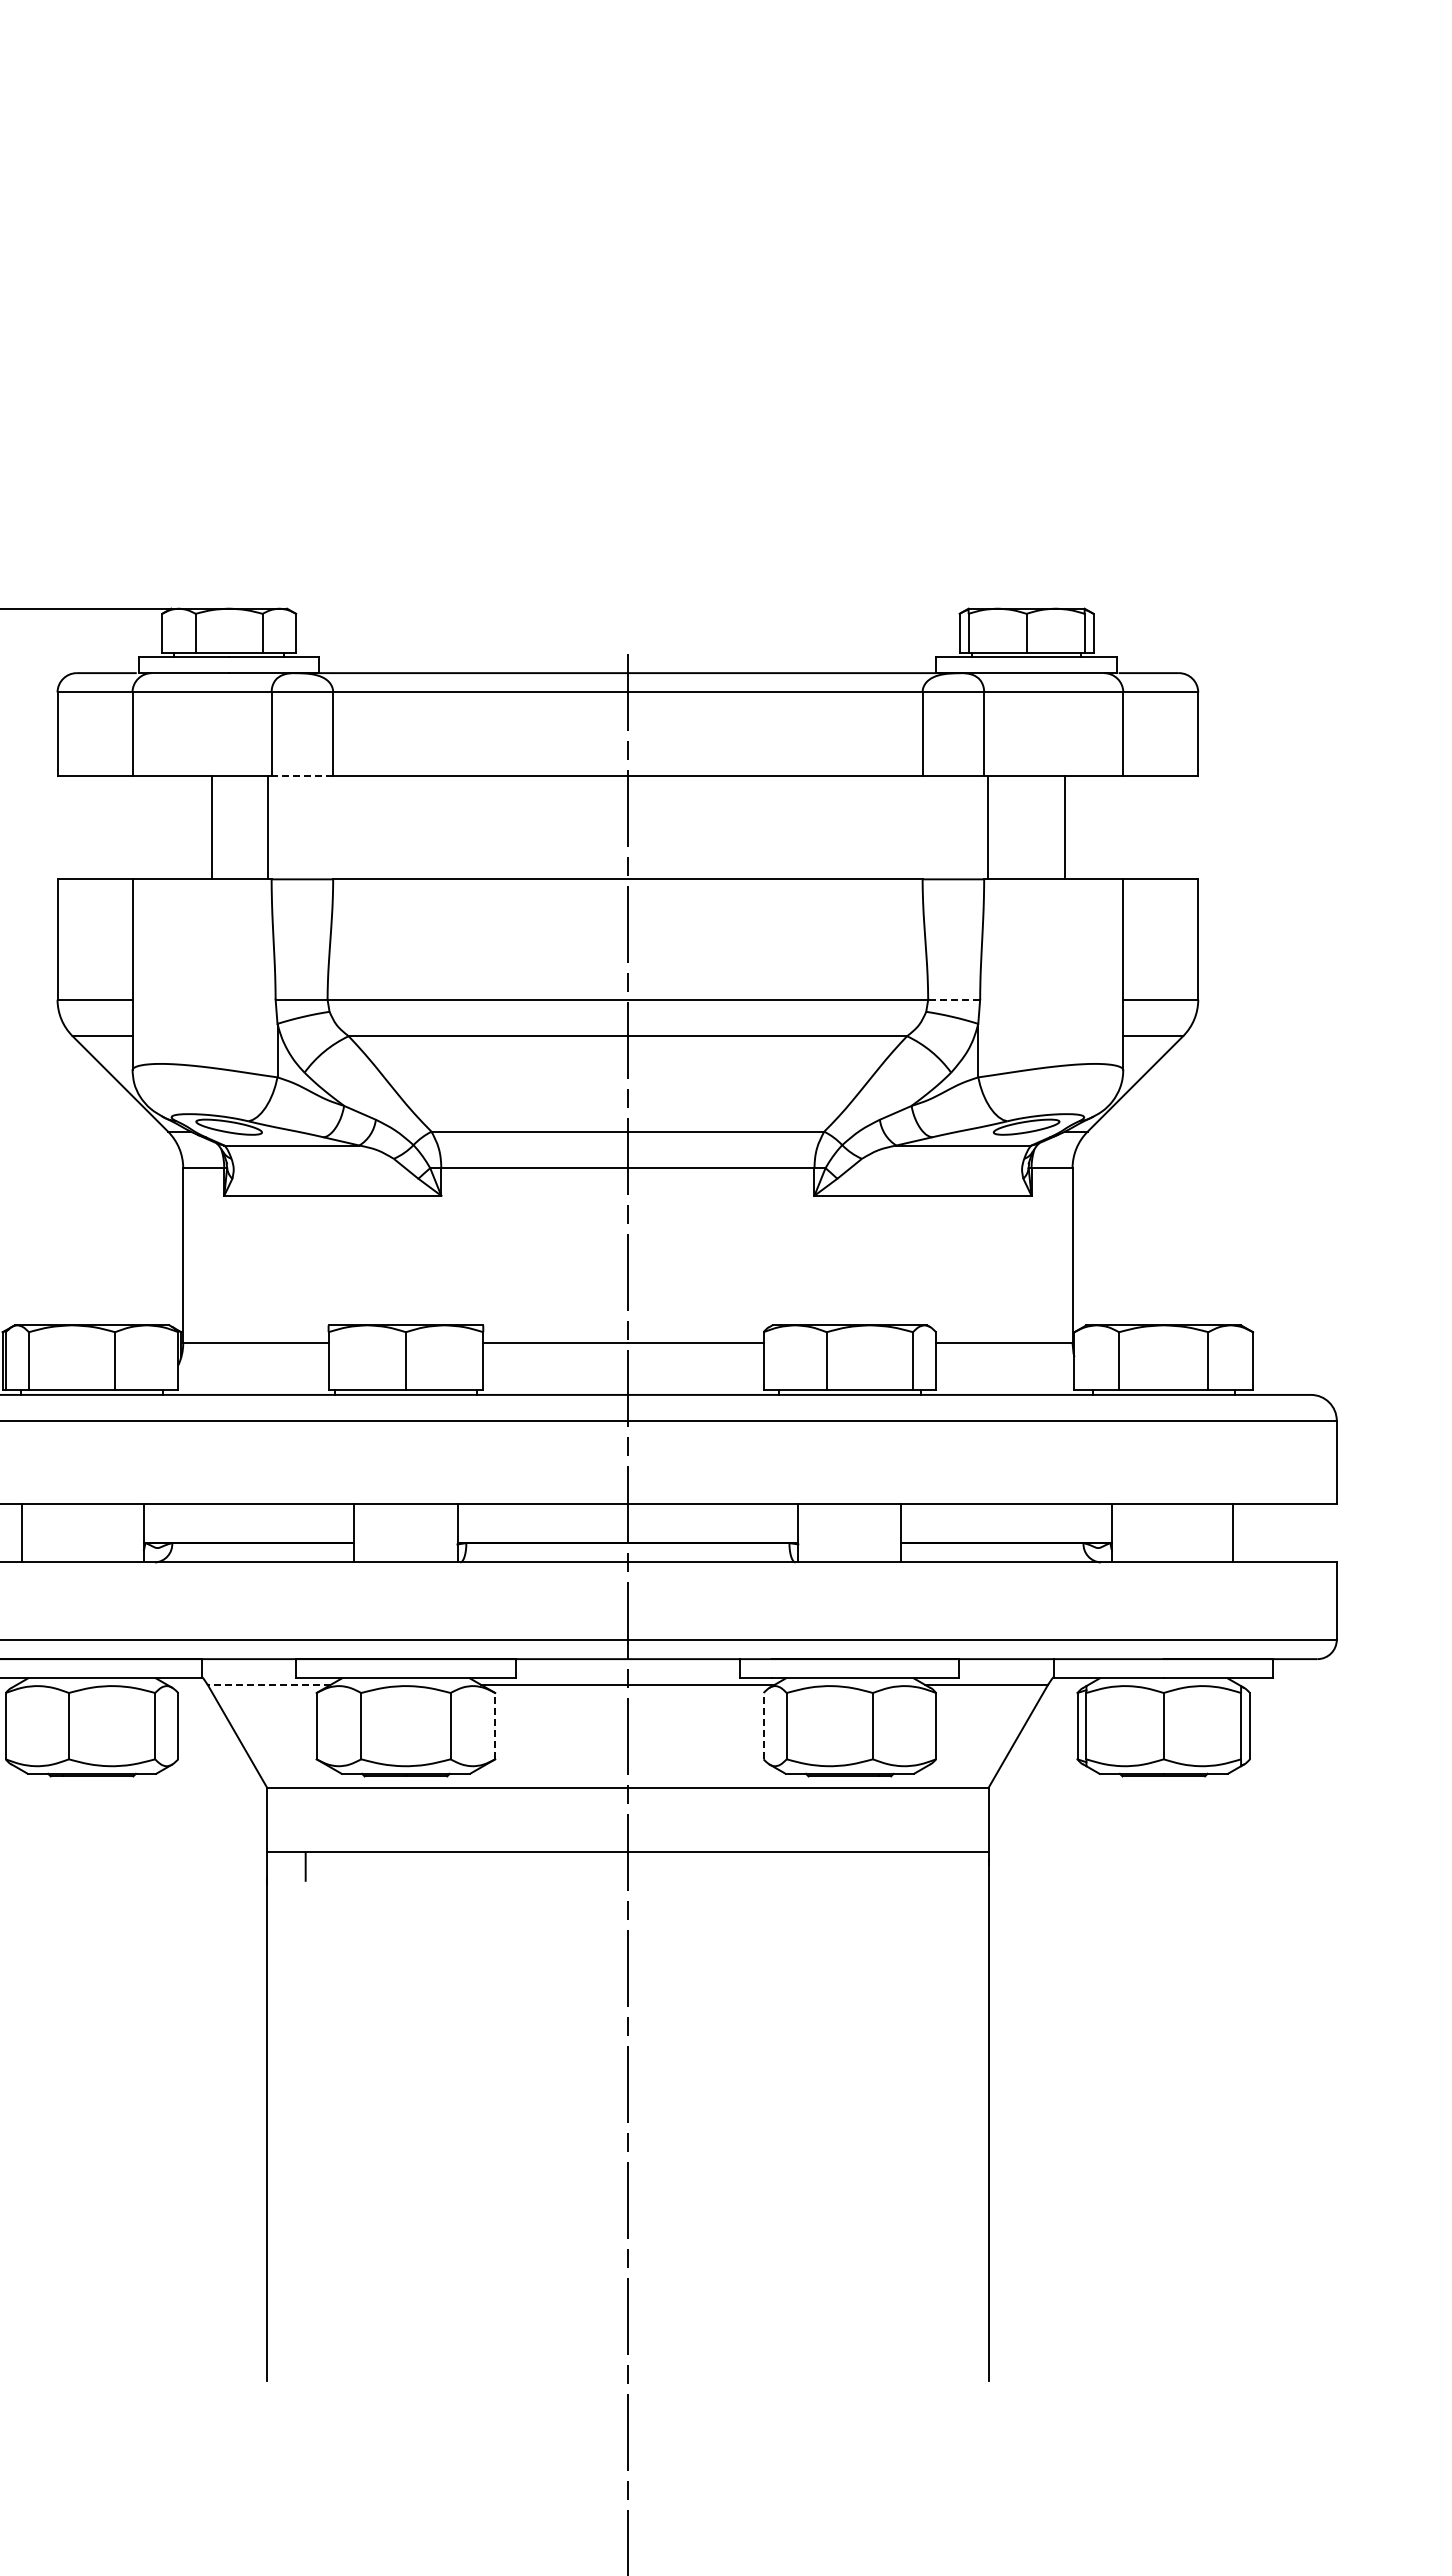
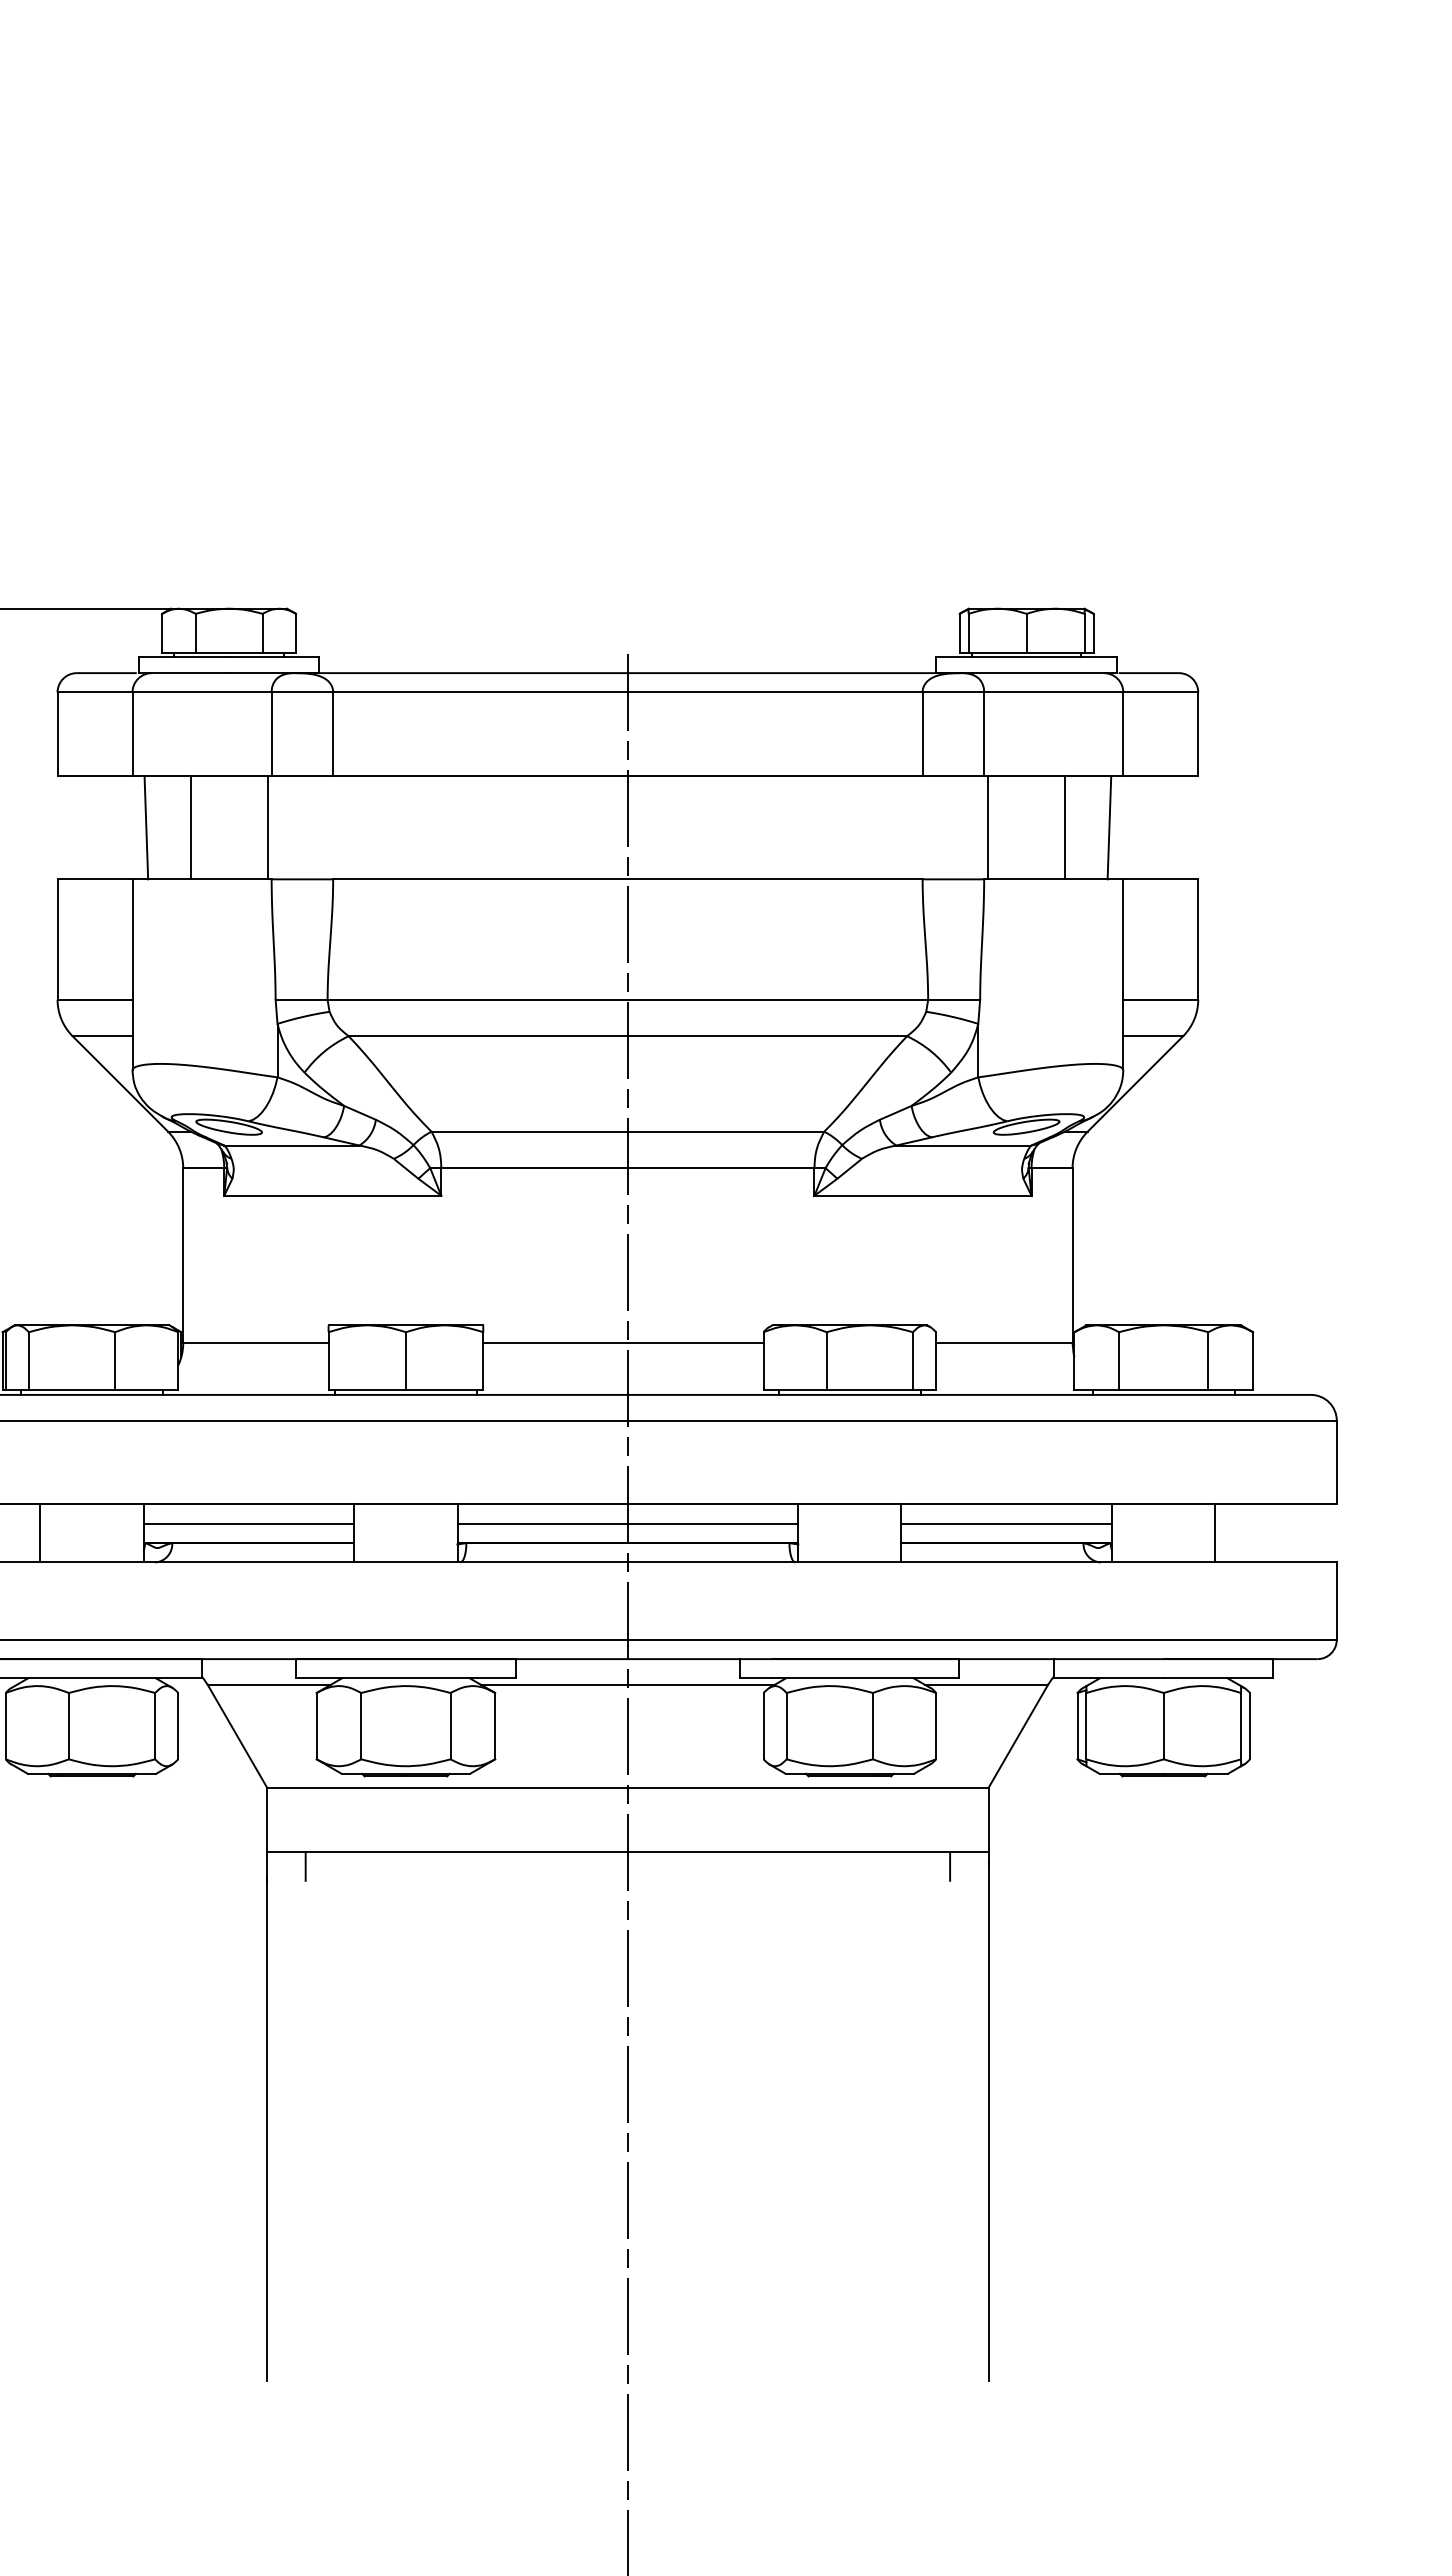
line at (302, 776): dashed -> solid
line at (146, 827): none -> present
line at (211, 827) position: (211, 827) -> (190, 827)
line at (1109, 827): none -> present
line at (954, 999): dashed -> solid
line at (248, 1523): none -> present
line at (627, 1523): none -> present
line at (1006, 1523): none -> present
line at (22, 1533) position: (22, 1533) -> (40, 1533)
line at (1233, 1533) position: (1233, 1533) -> (1215, 1533)
line at (268, 1684): dashed -> solid
line at (495, 1725): dashed -> solid
line at (763, 1725): dashed -> solid
line at (950, 1866): none -> present
